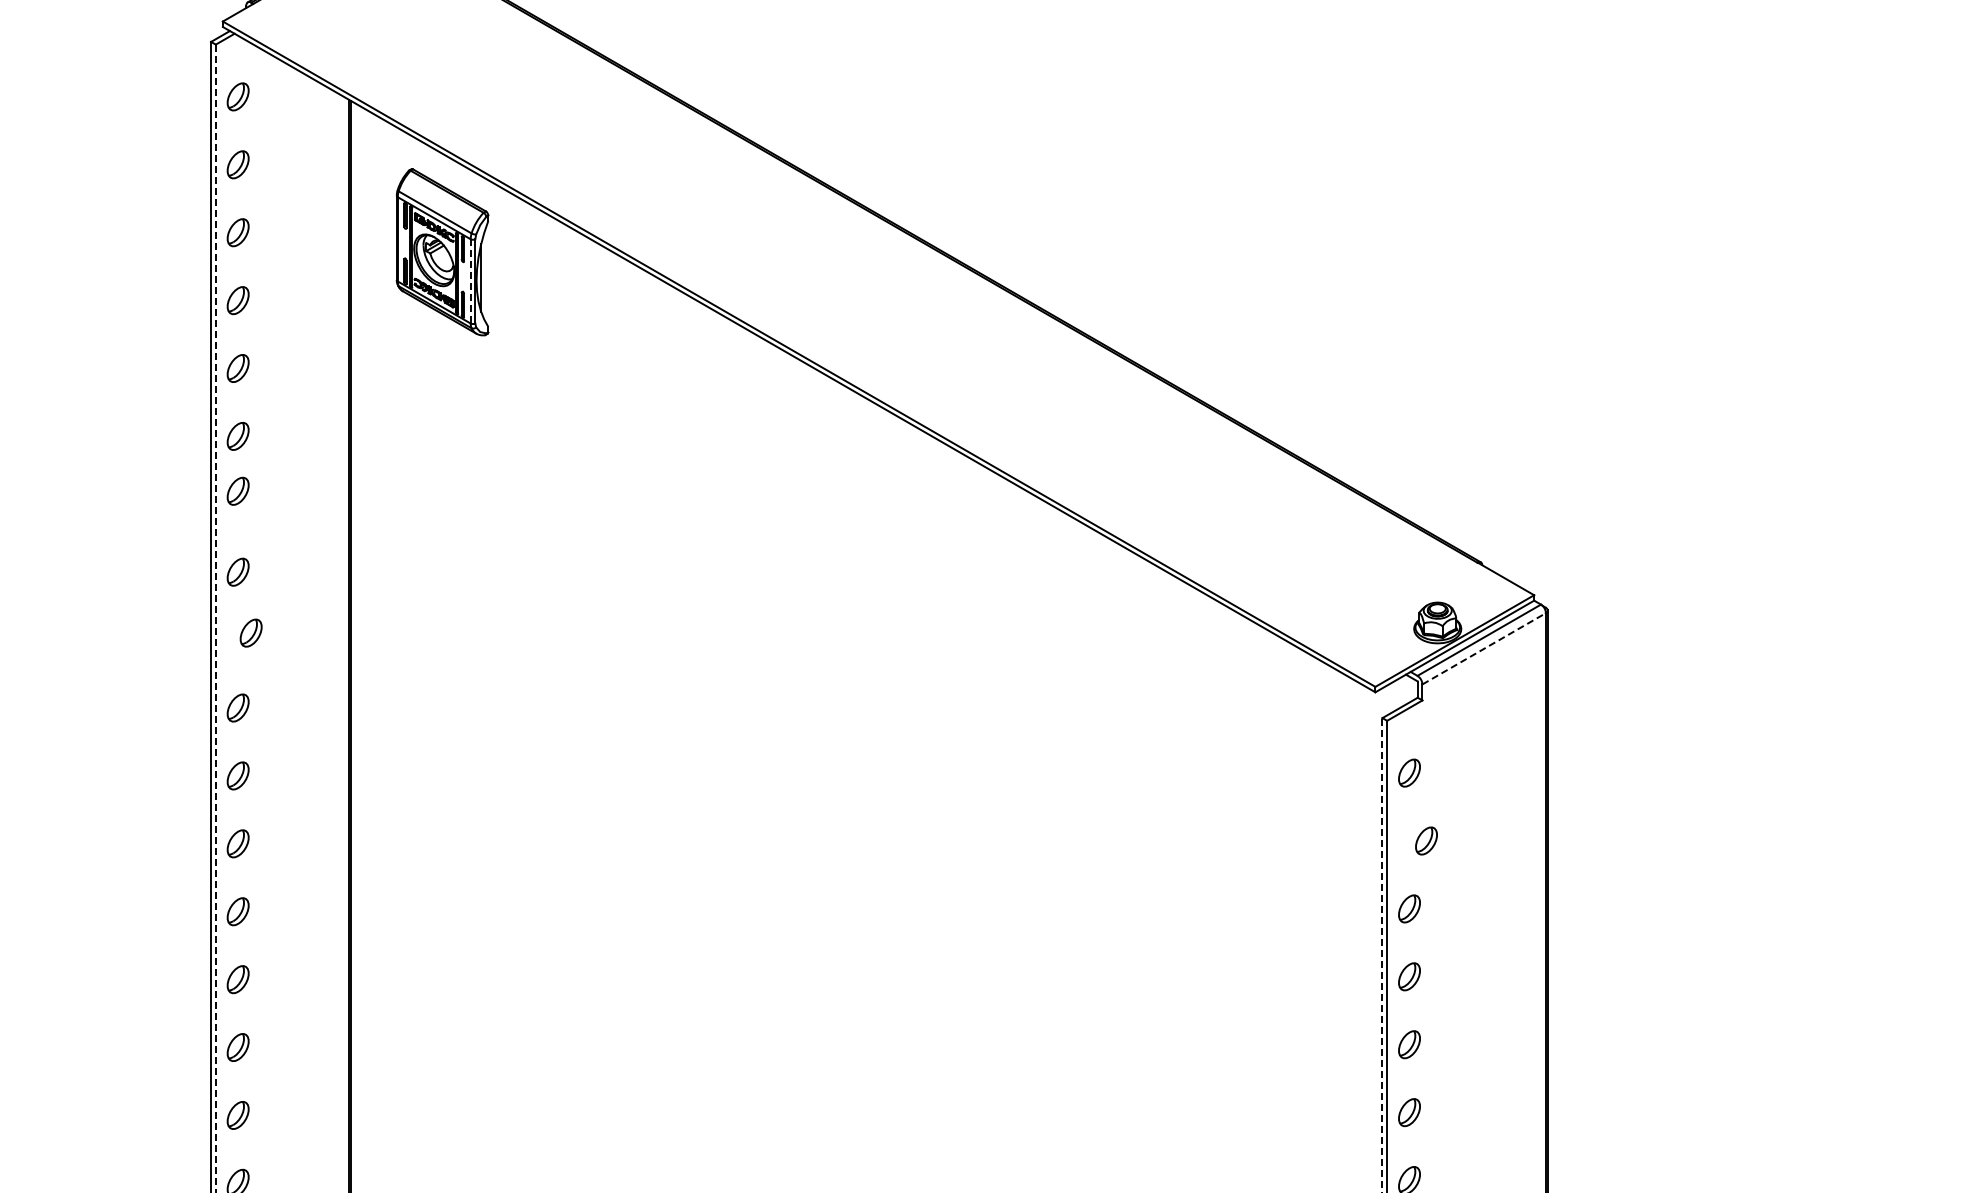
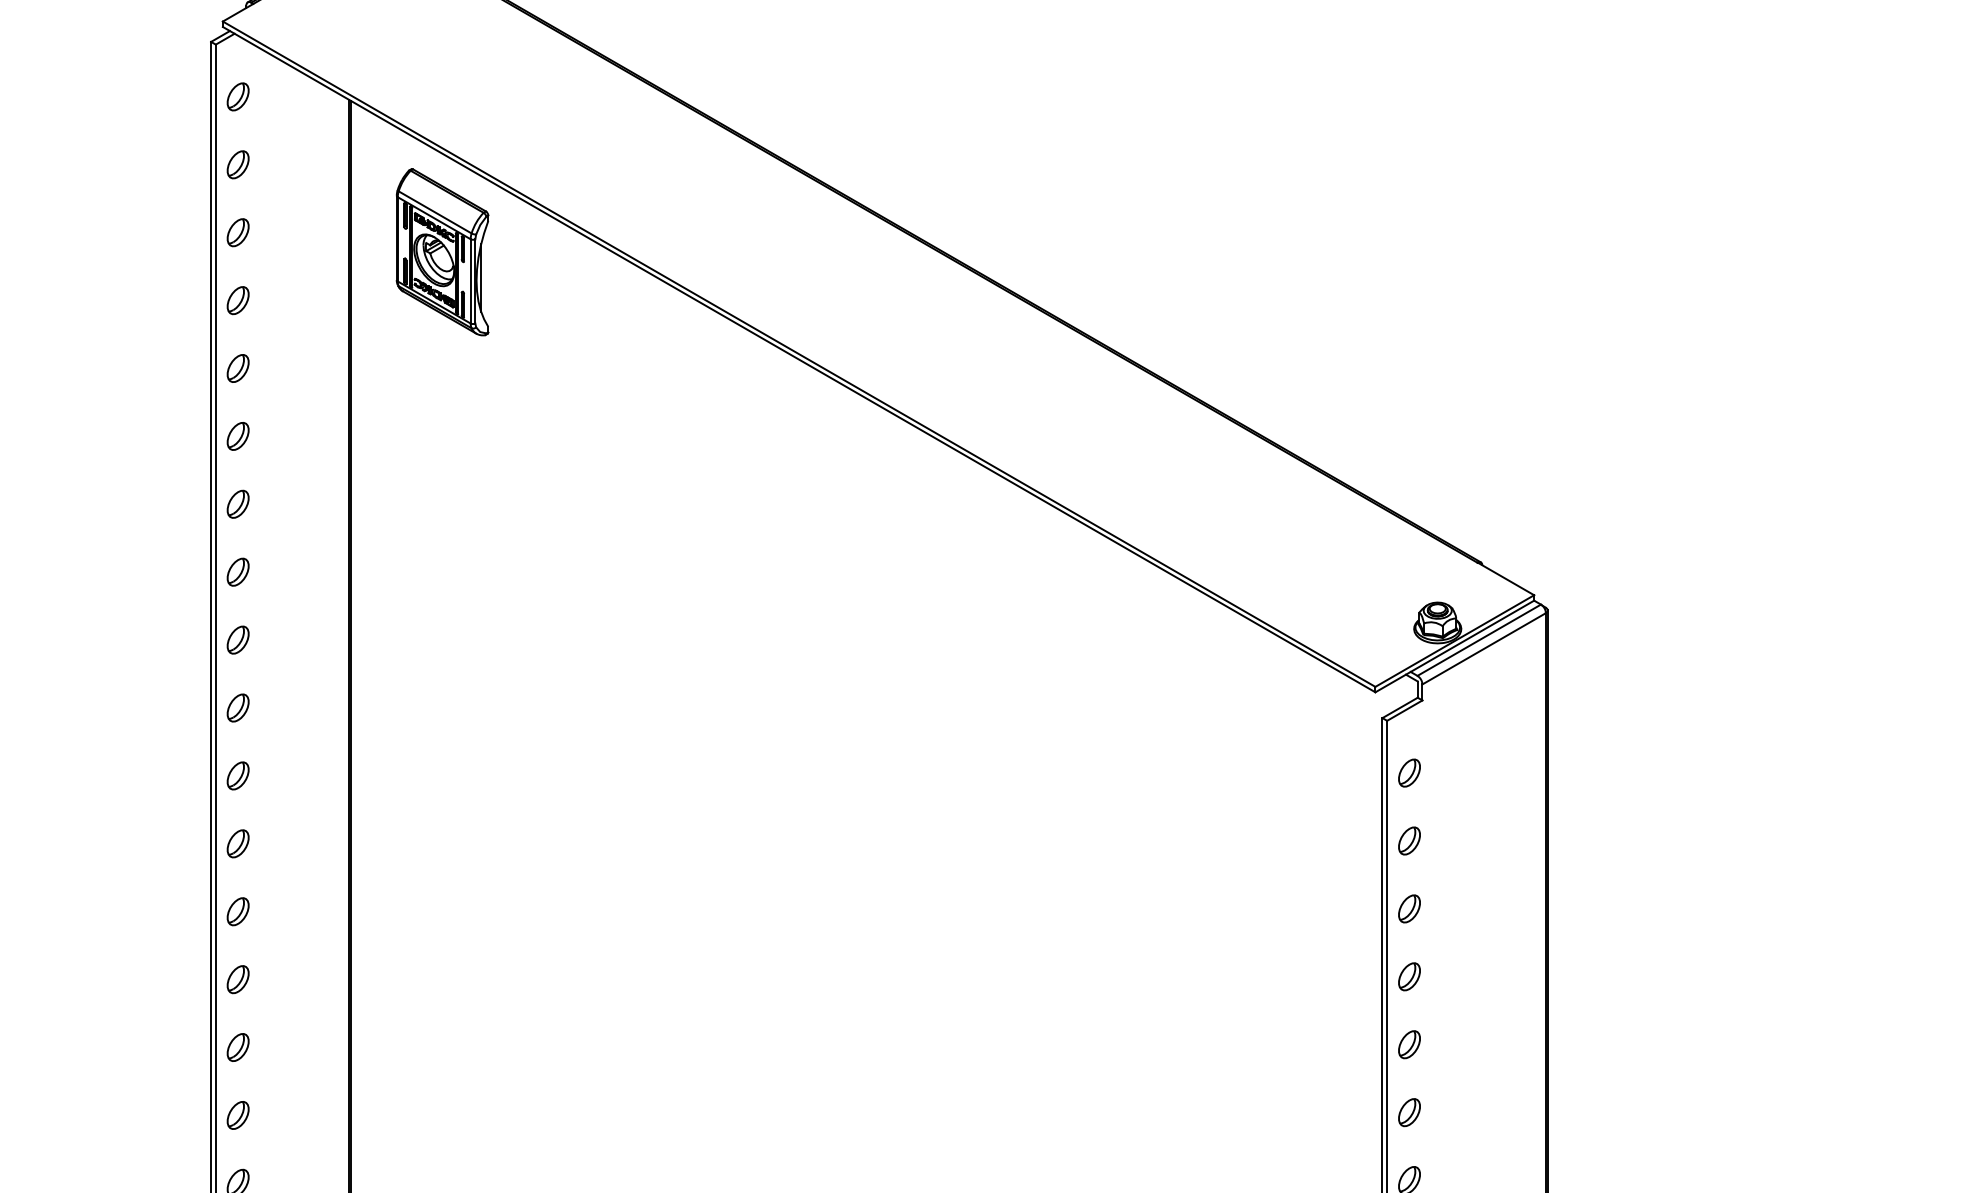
line at (470, 281): dashed -> solid
part at (237, 490) position: (237, 490) -> (237, 503)
line at (215, 618): dashed -> solid
part at (250, 632) position: (250, 632) -> (237, 639)
line at (1484, 648): dashed -> solid
part at (1426, 840) position: (1426, 840) -> (1409, 840)
line at (1382, 955): dashed -> solid
